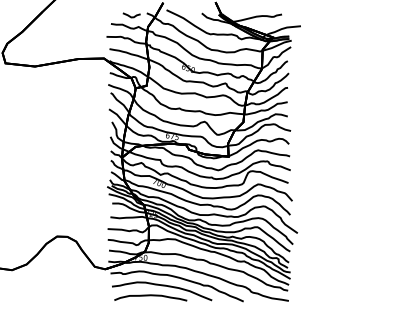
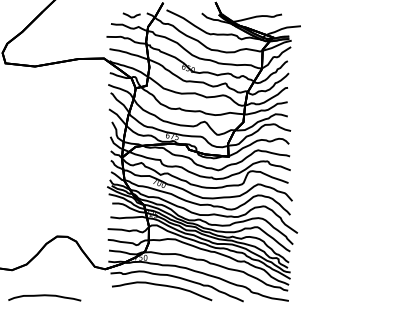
curve at (150, 296) position: (150, 296) -> (44, 296)
